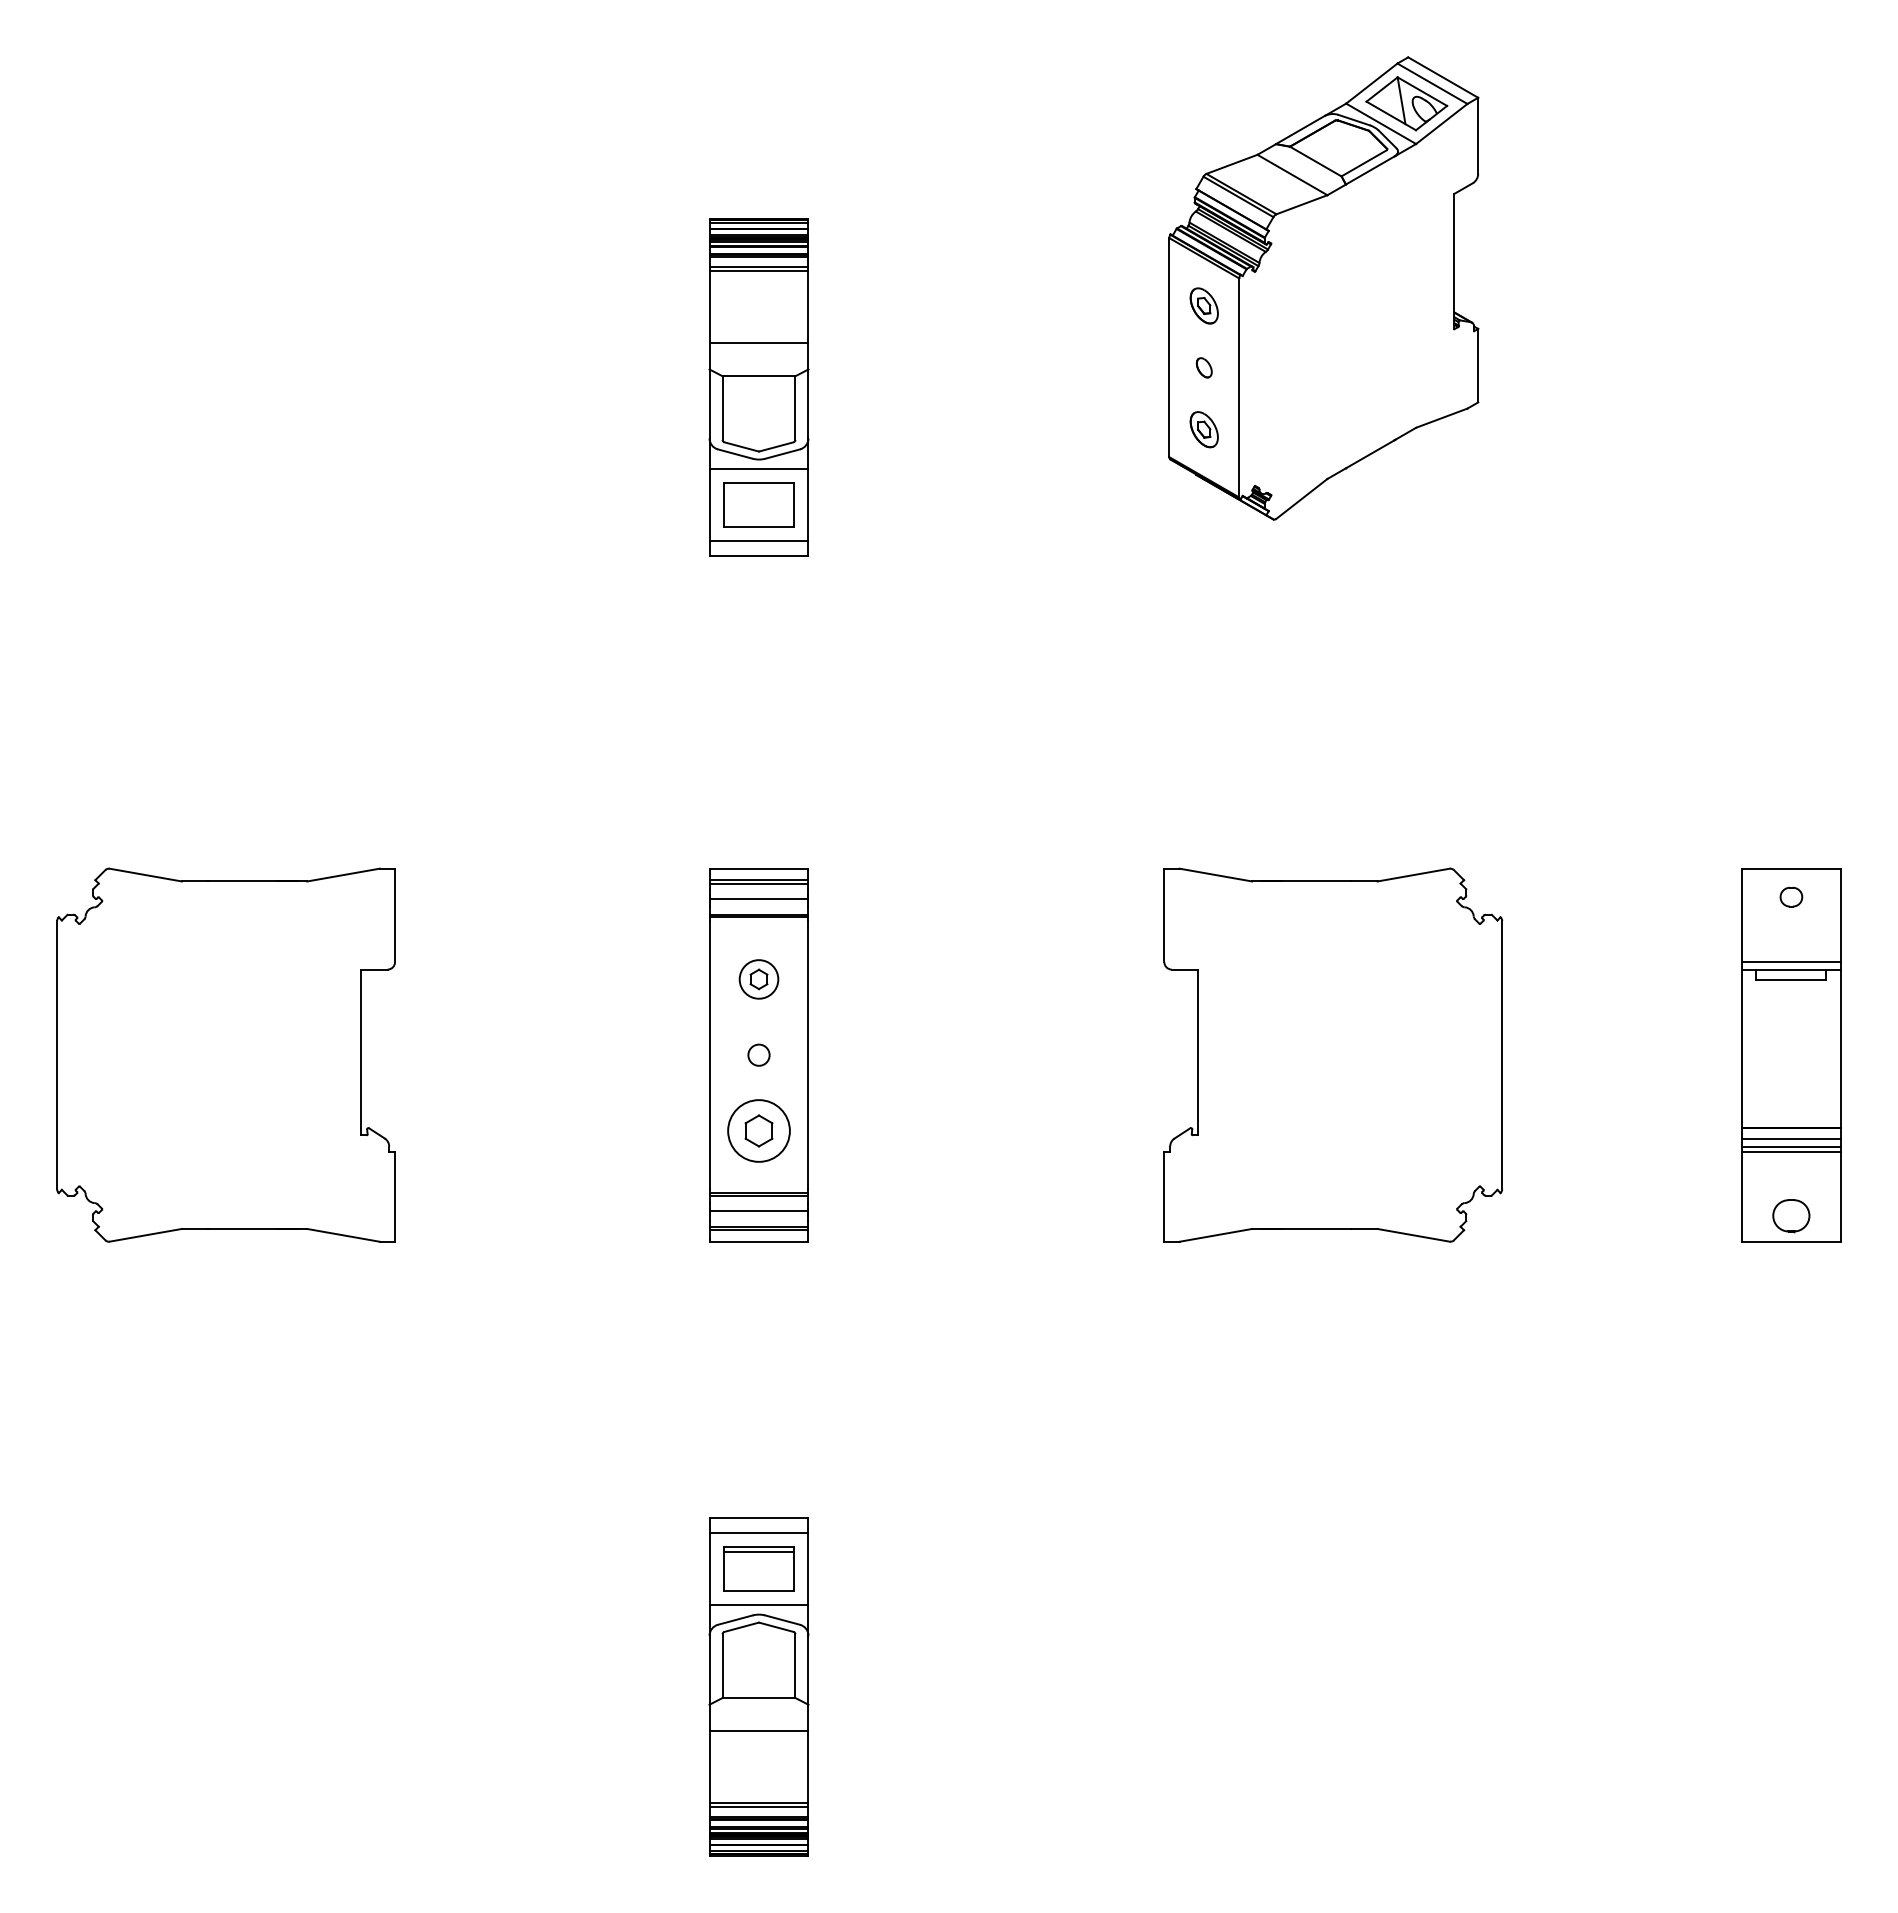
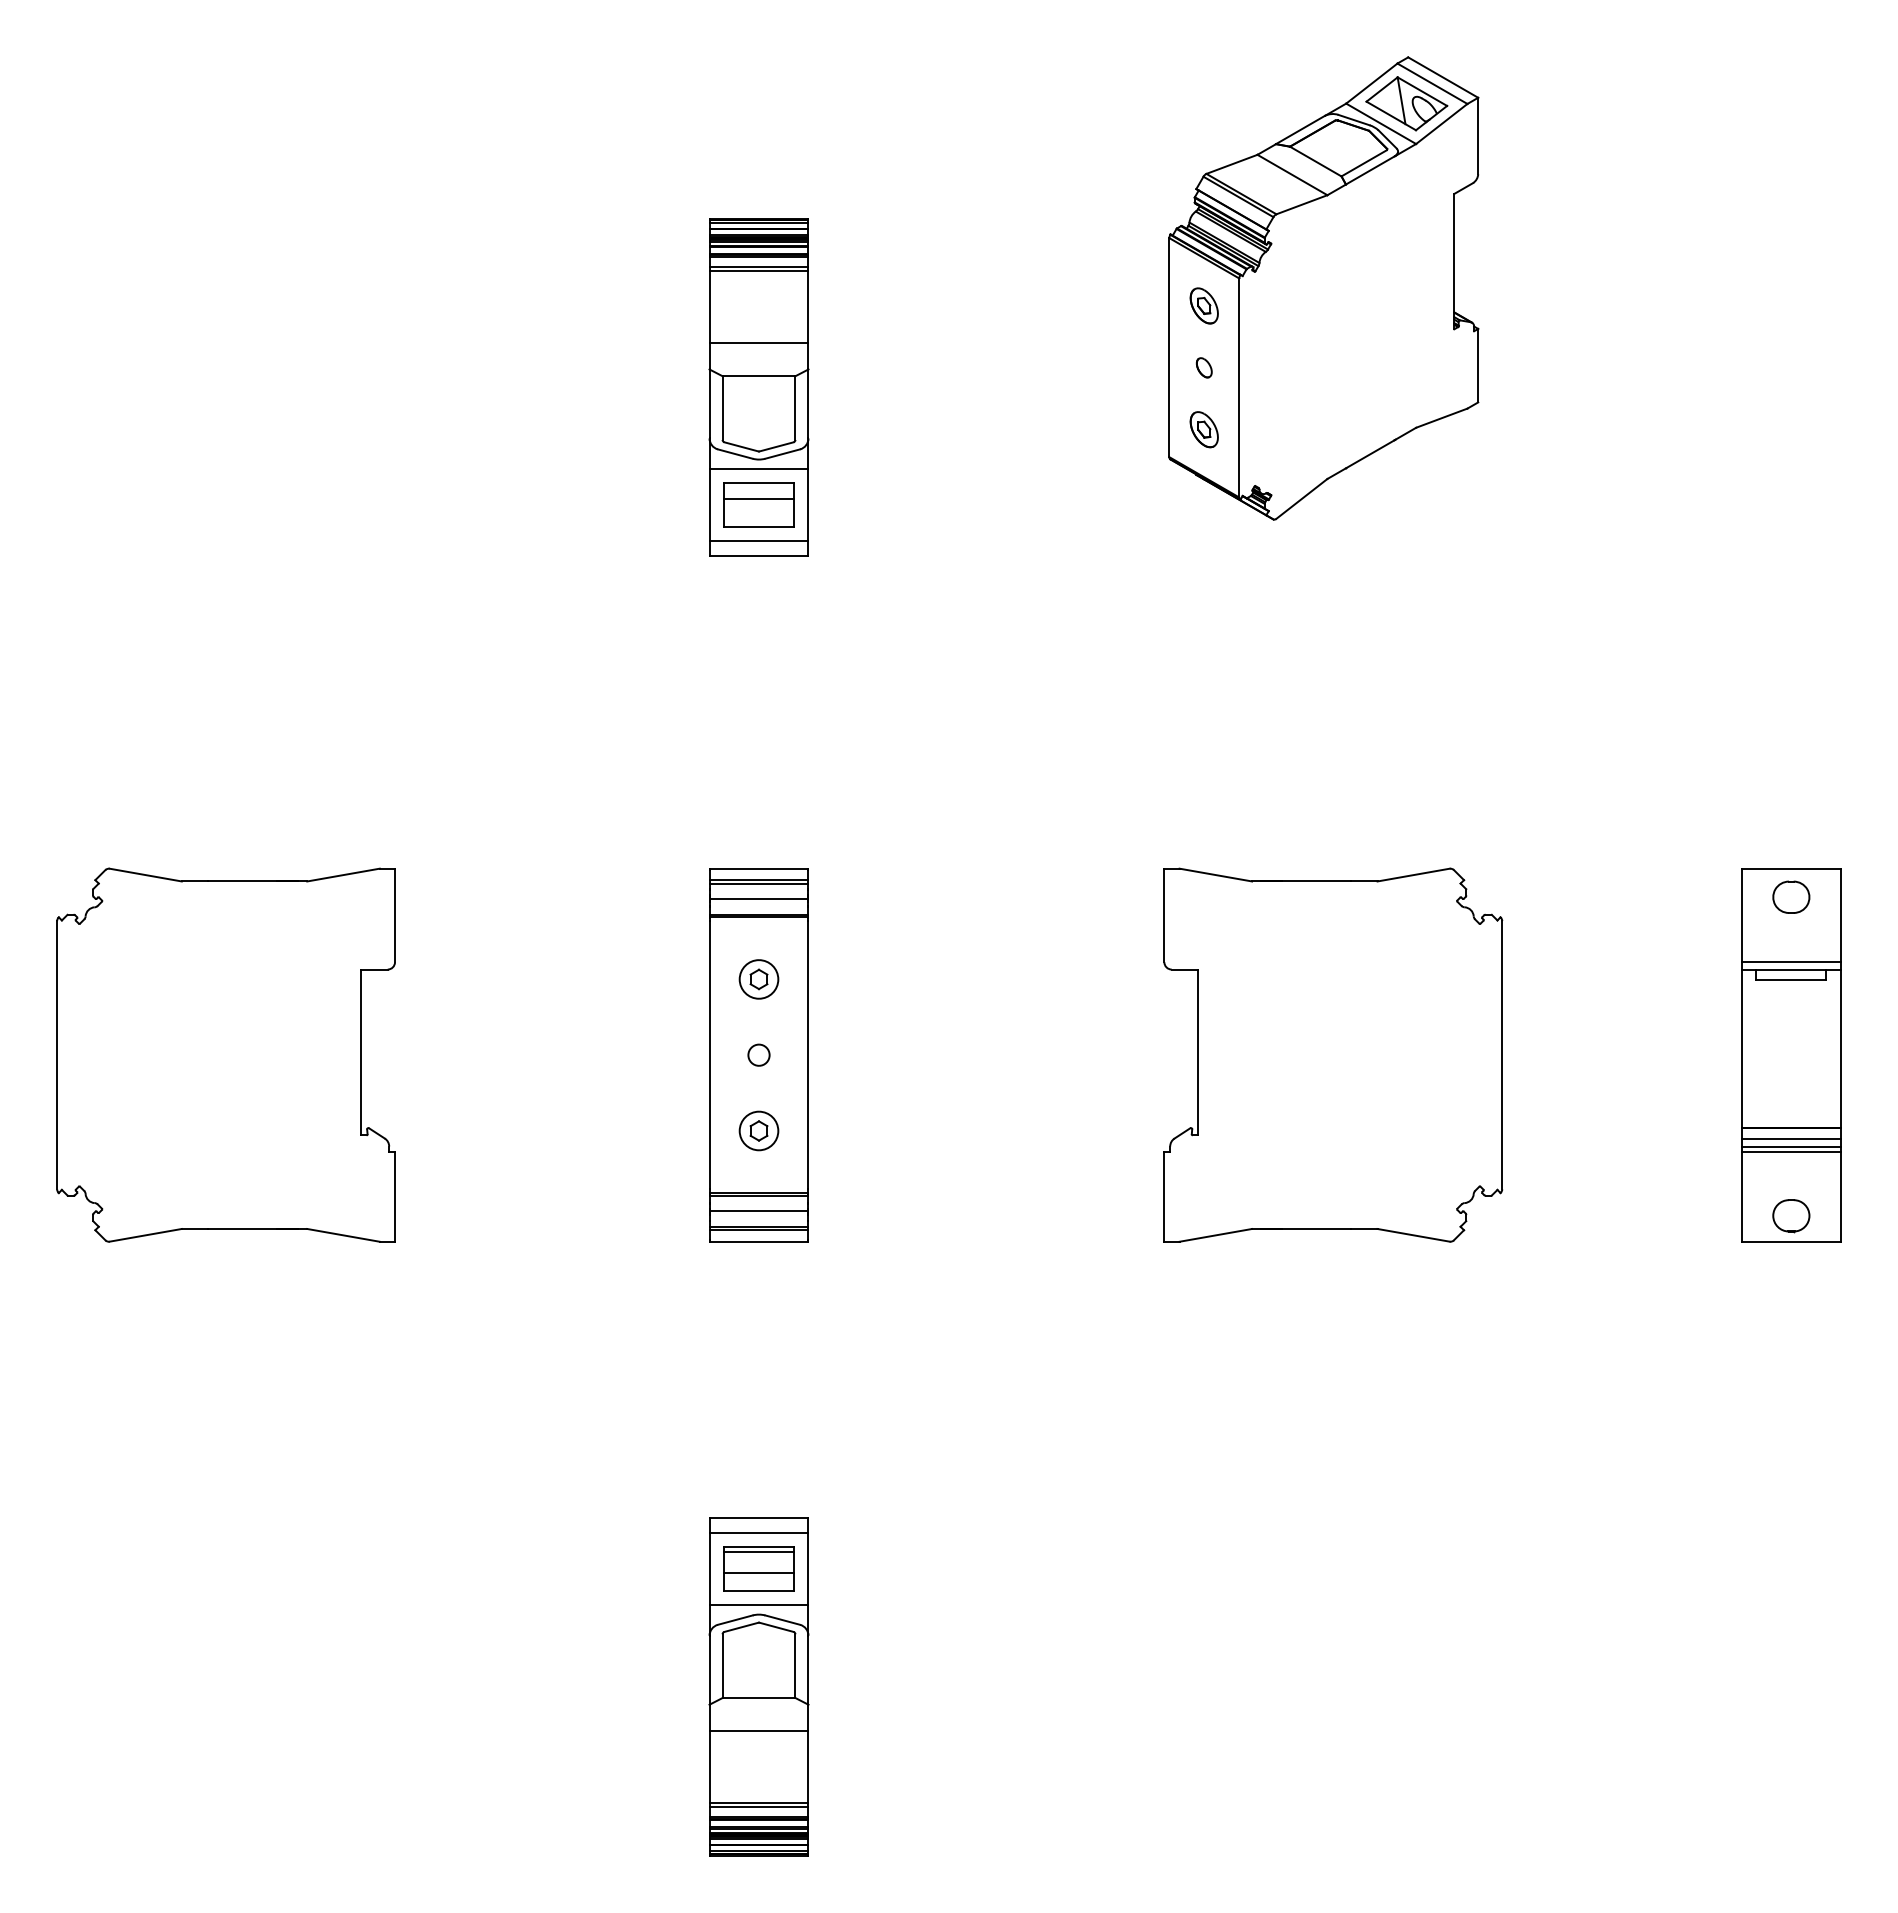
line at (759, 498): none -> present
part at (1791, 896) size: 25x22 px -> 39x34 px
part at (758, 1130) size: 64x64 px -> 42x42 px
line at (759, 1572): none -> present
